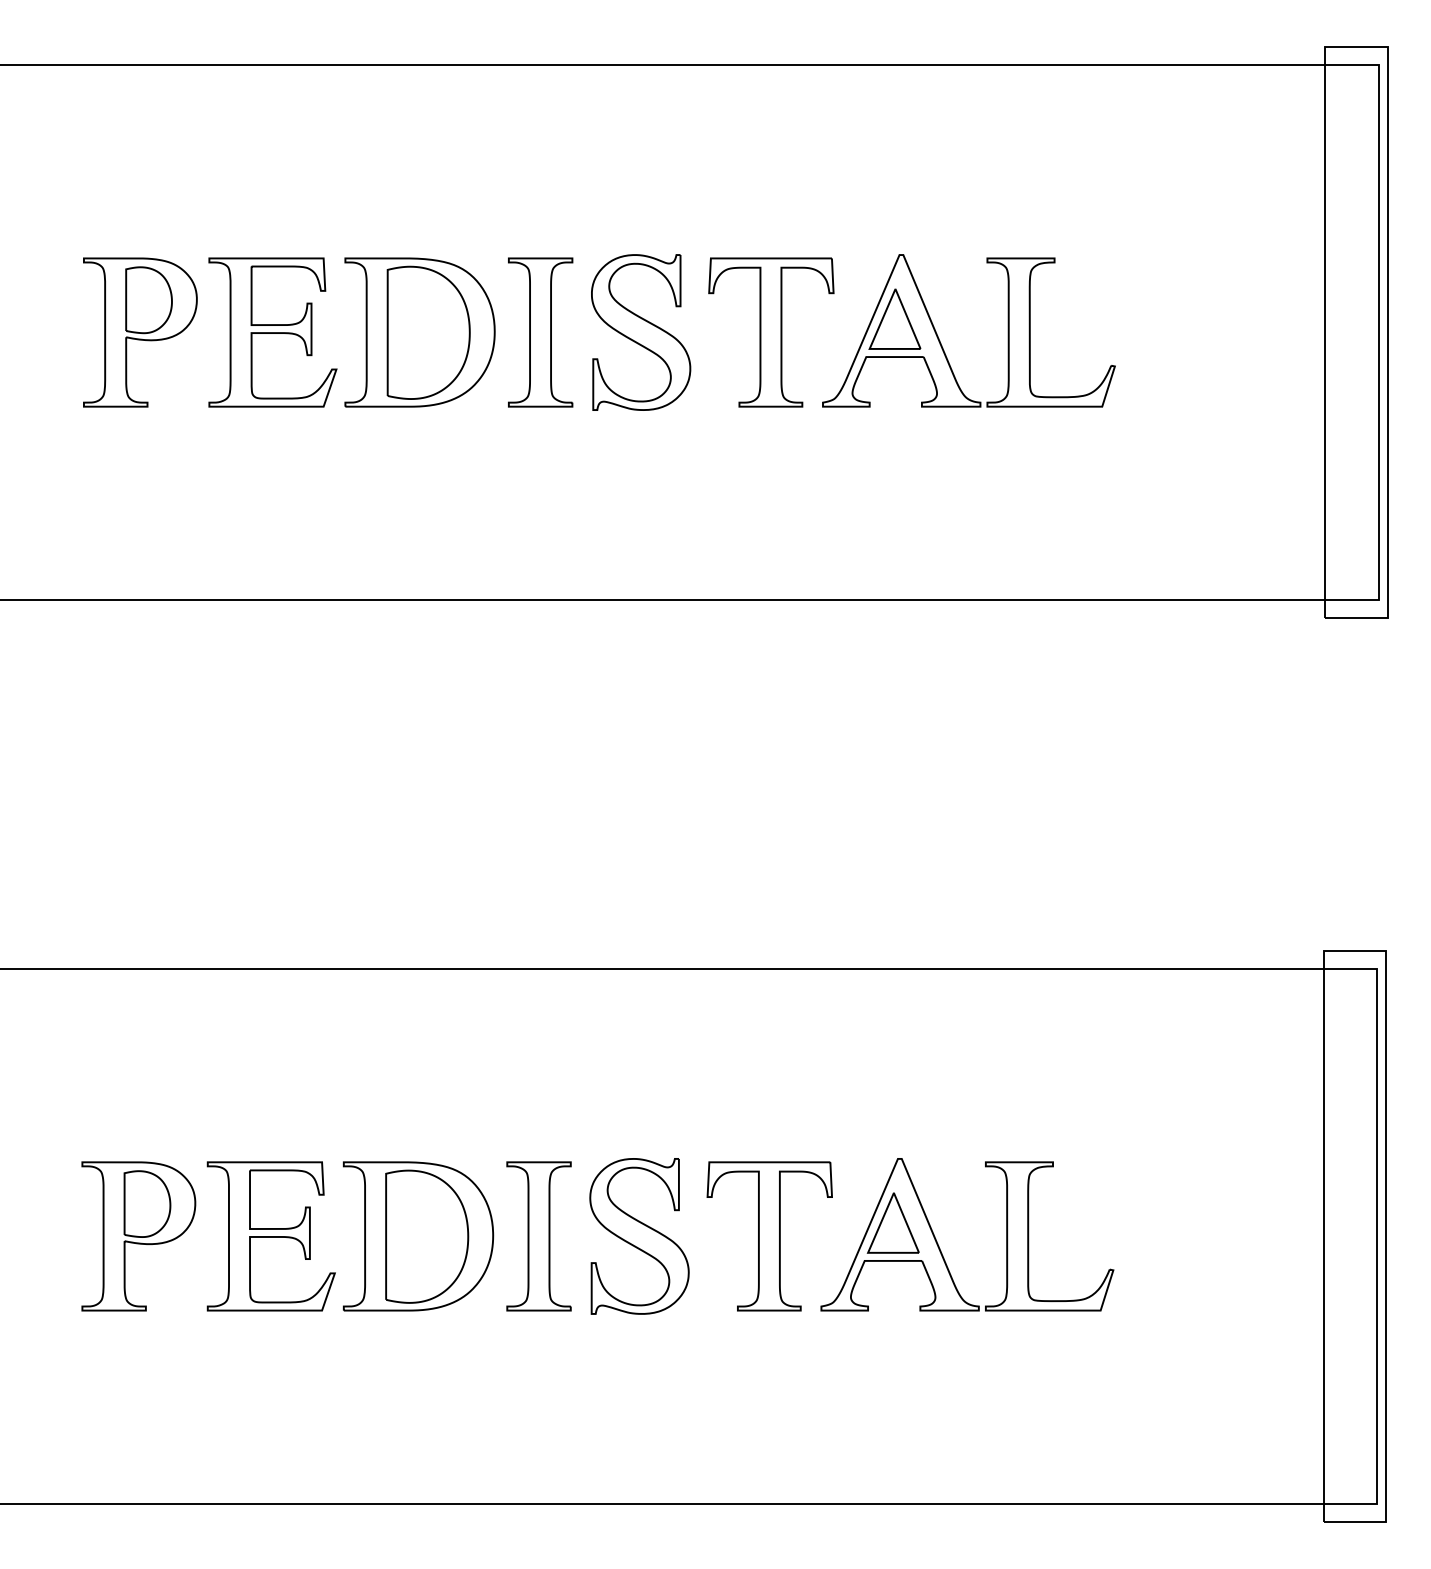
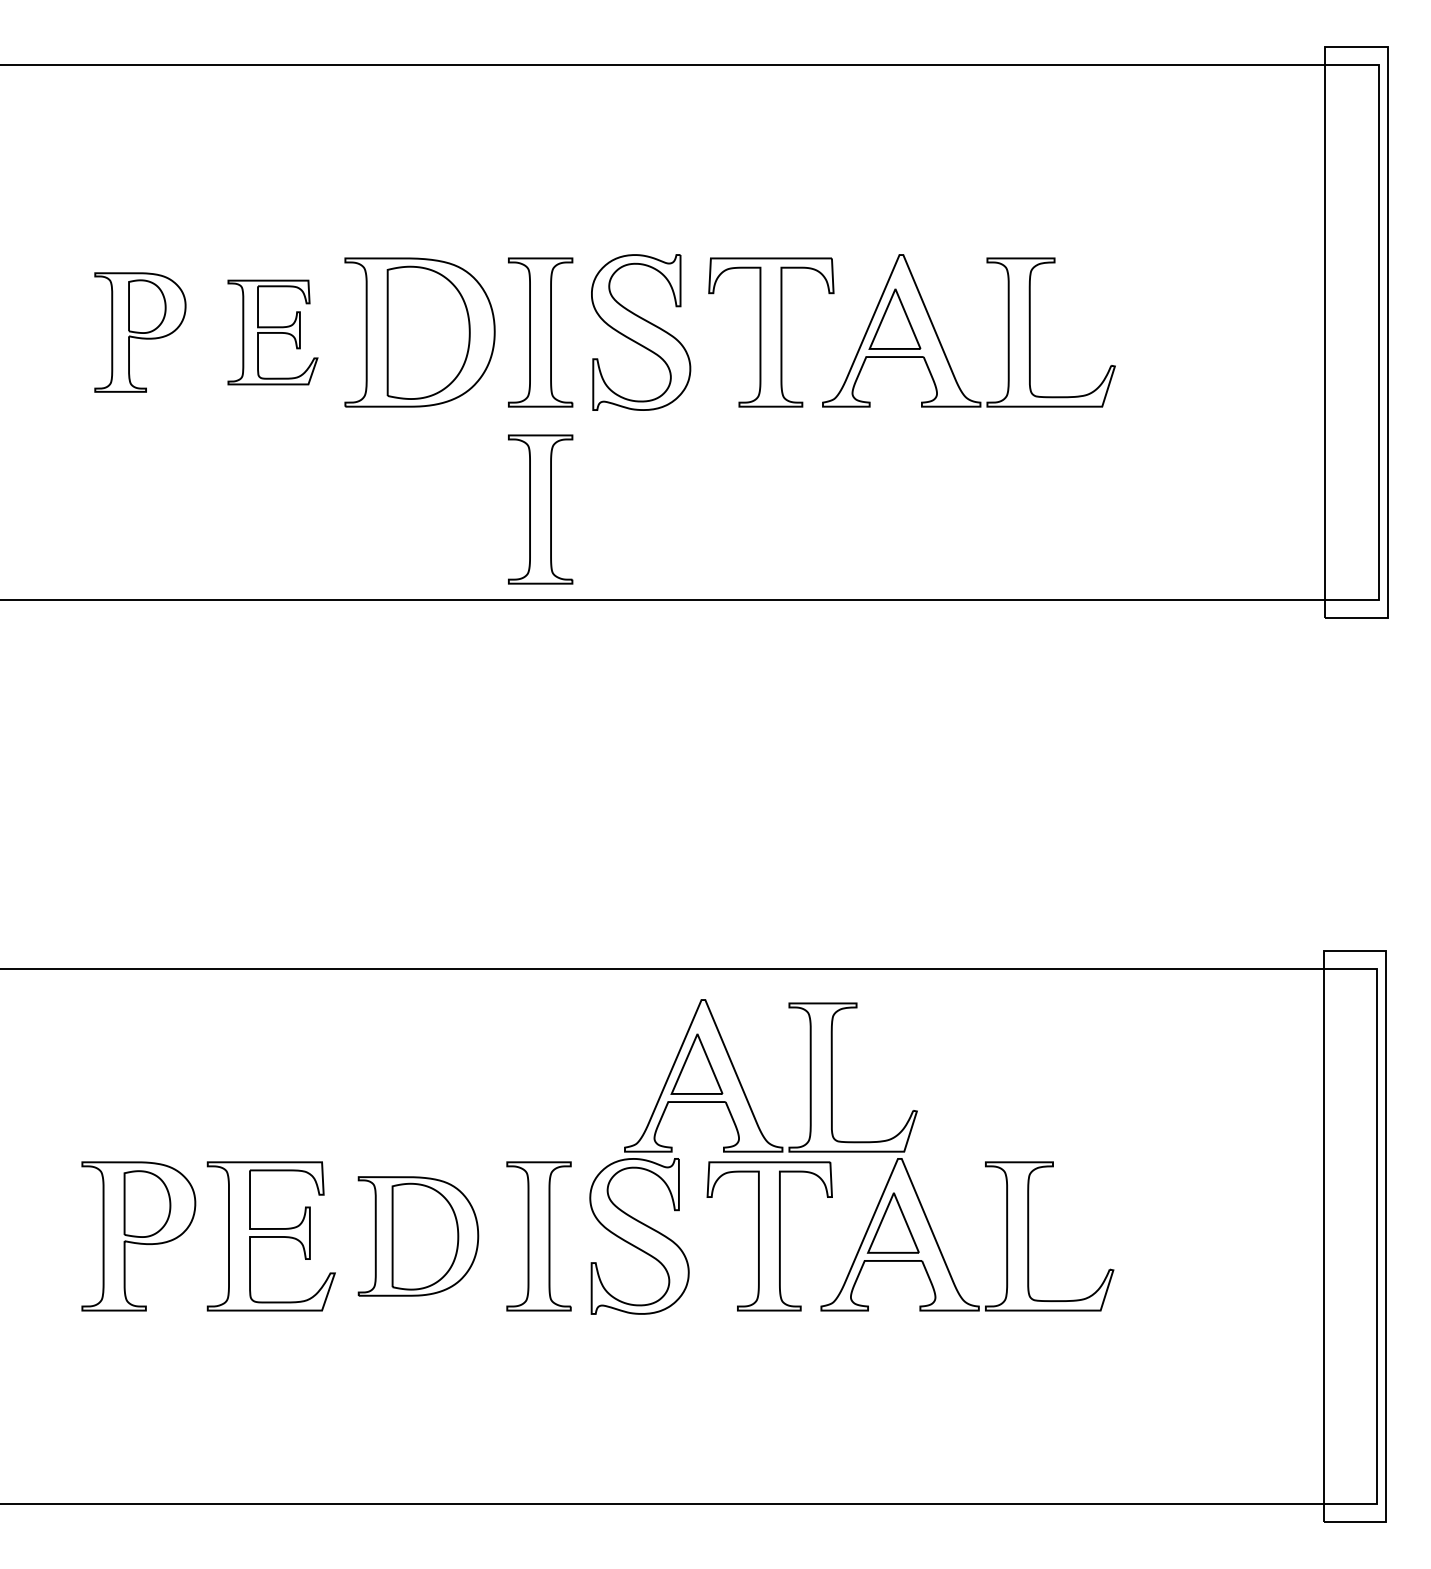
part at (140, 332) size: 115x151 px -> 93x121 px
part at (272, 332) size: 130x151 px -> 92x107 px
part at (540, 509): none -> present
part at (742, 1085): none -> present
part at (418, 1236) size: 153x151 px -> 123x121 px
